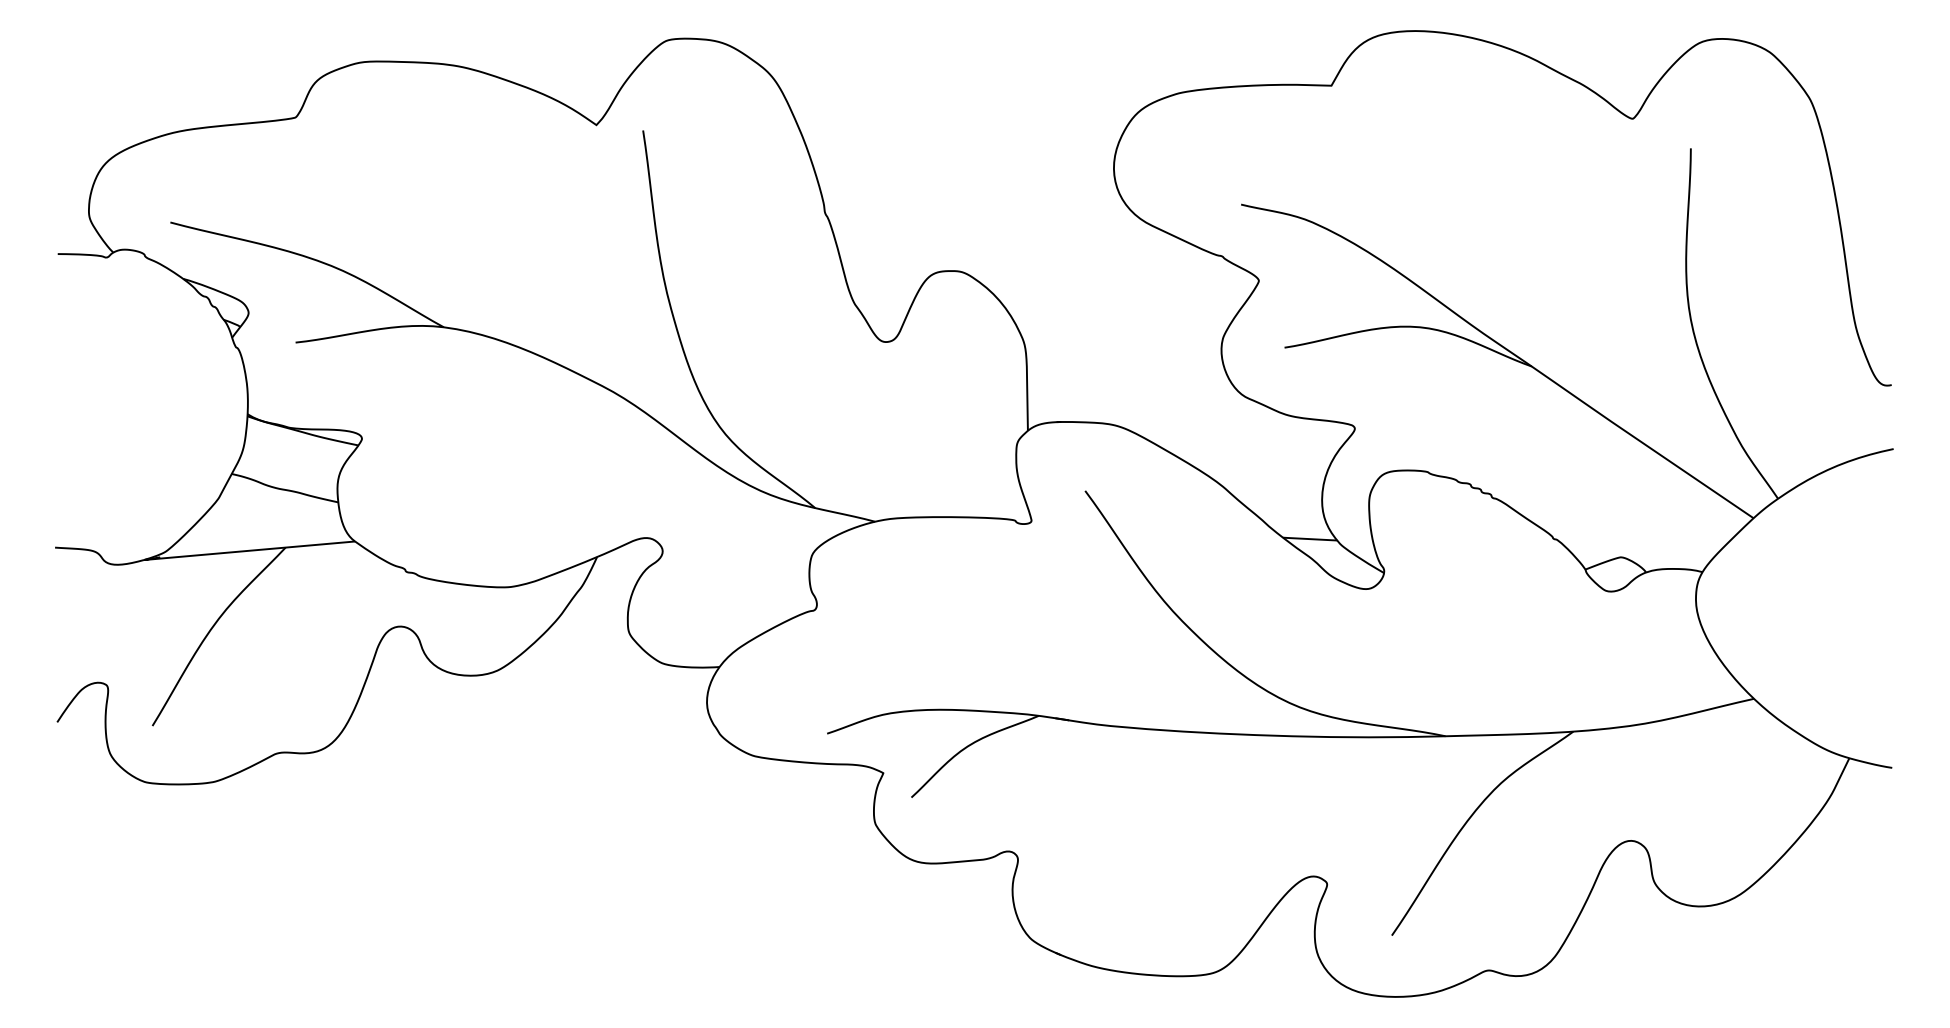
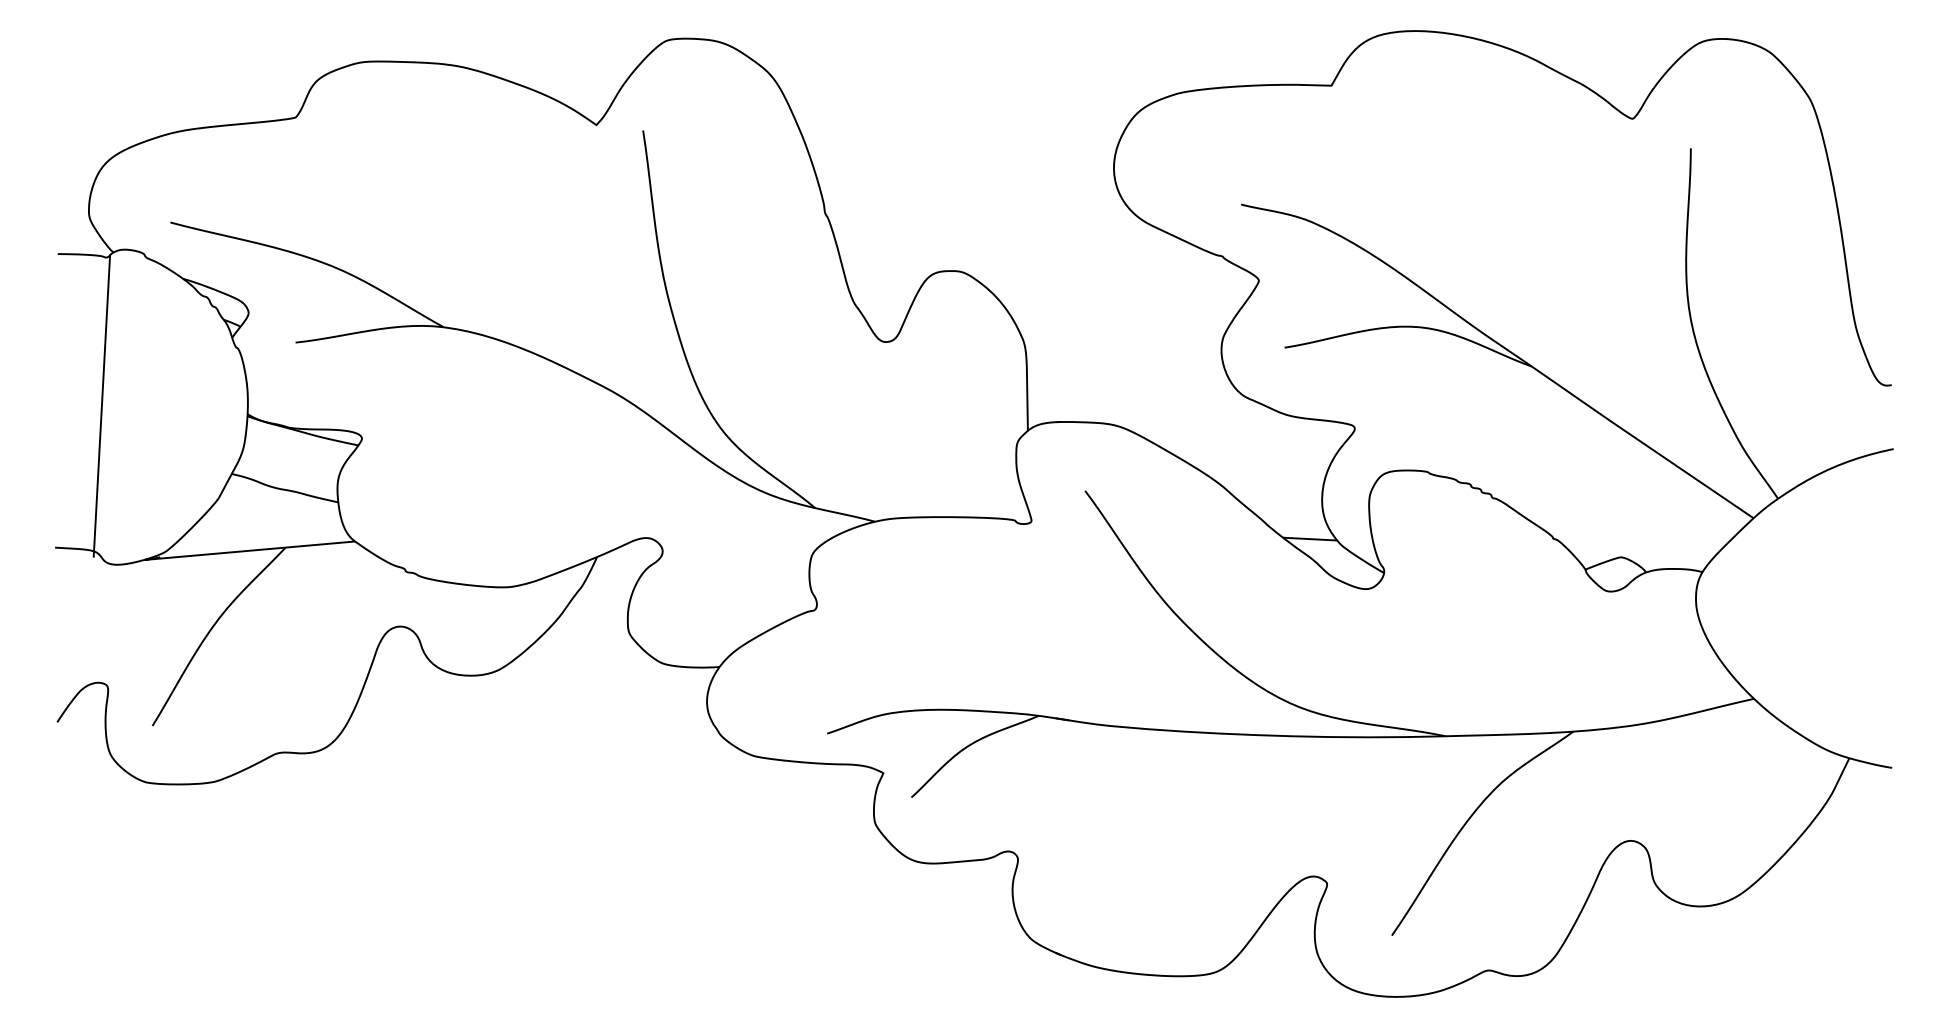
line at (101, 405): none -> present
